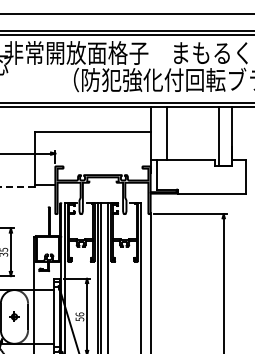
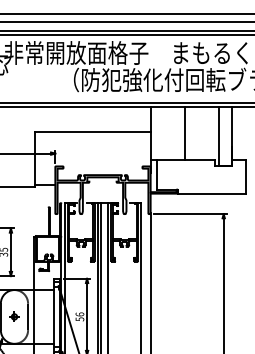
line at (126, 22): none -> present
line at (166, 132) position: (166, 132) -> (184, 132)
line at (16, 186): dashed -> solid
